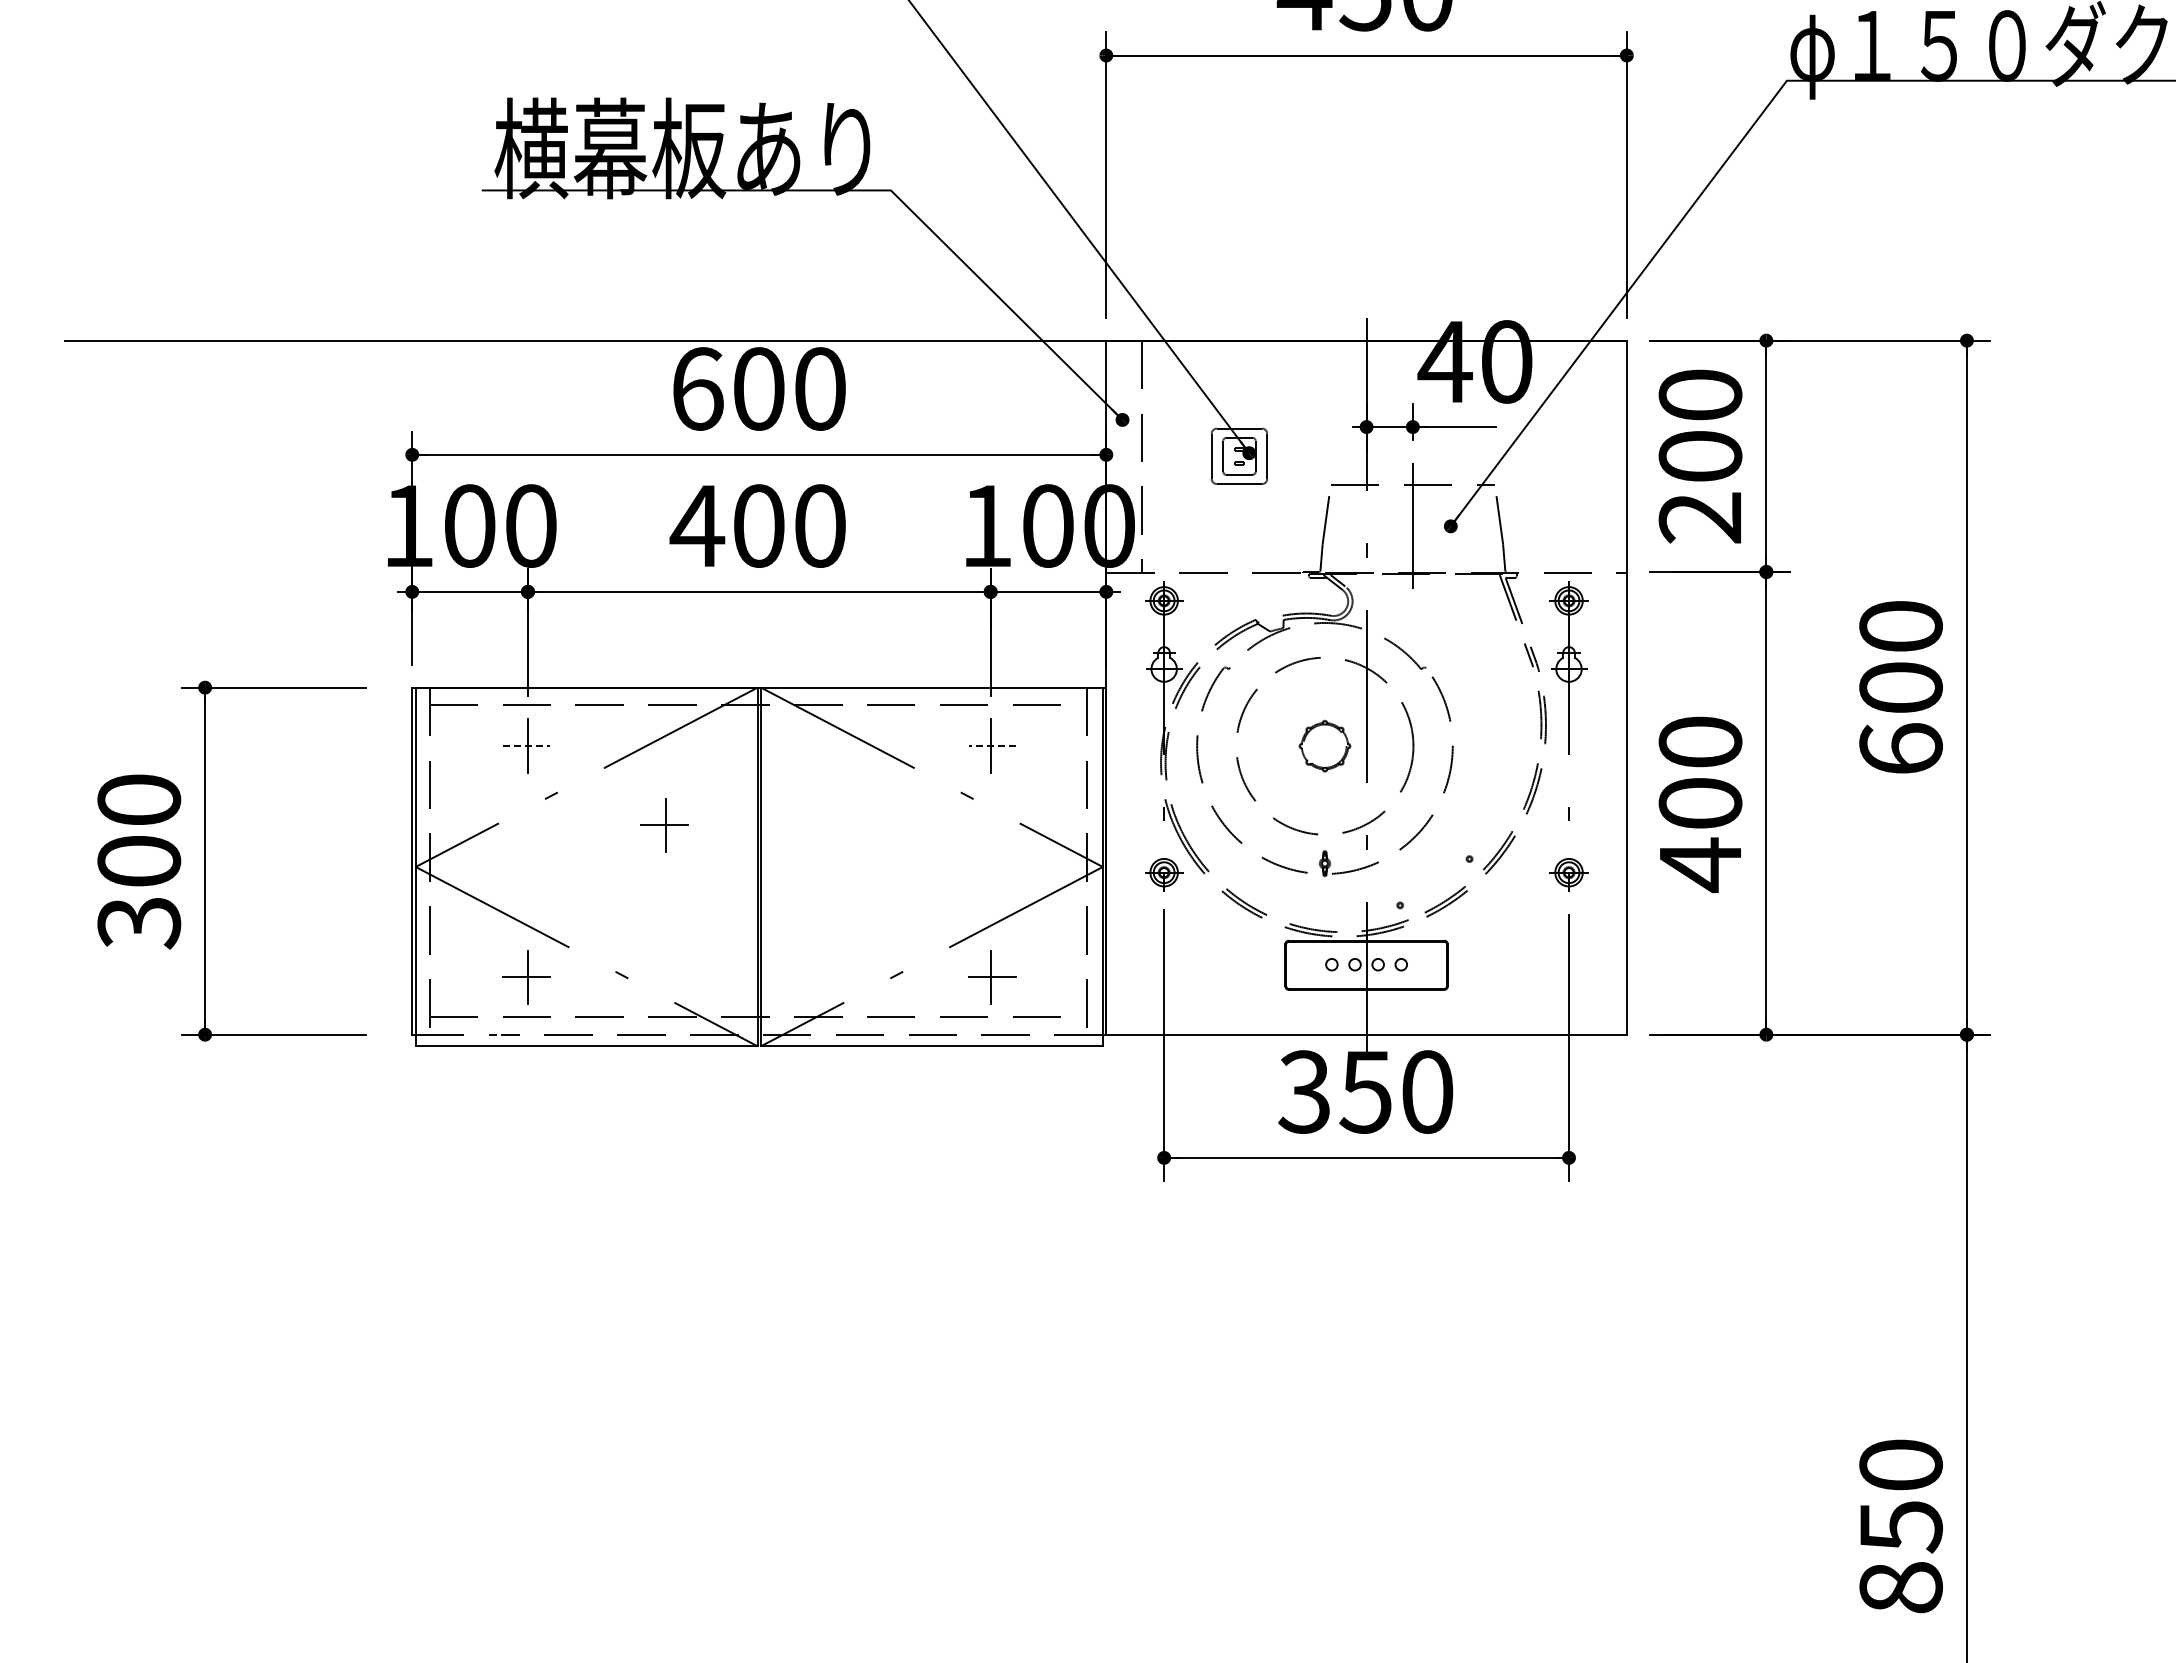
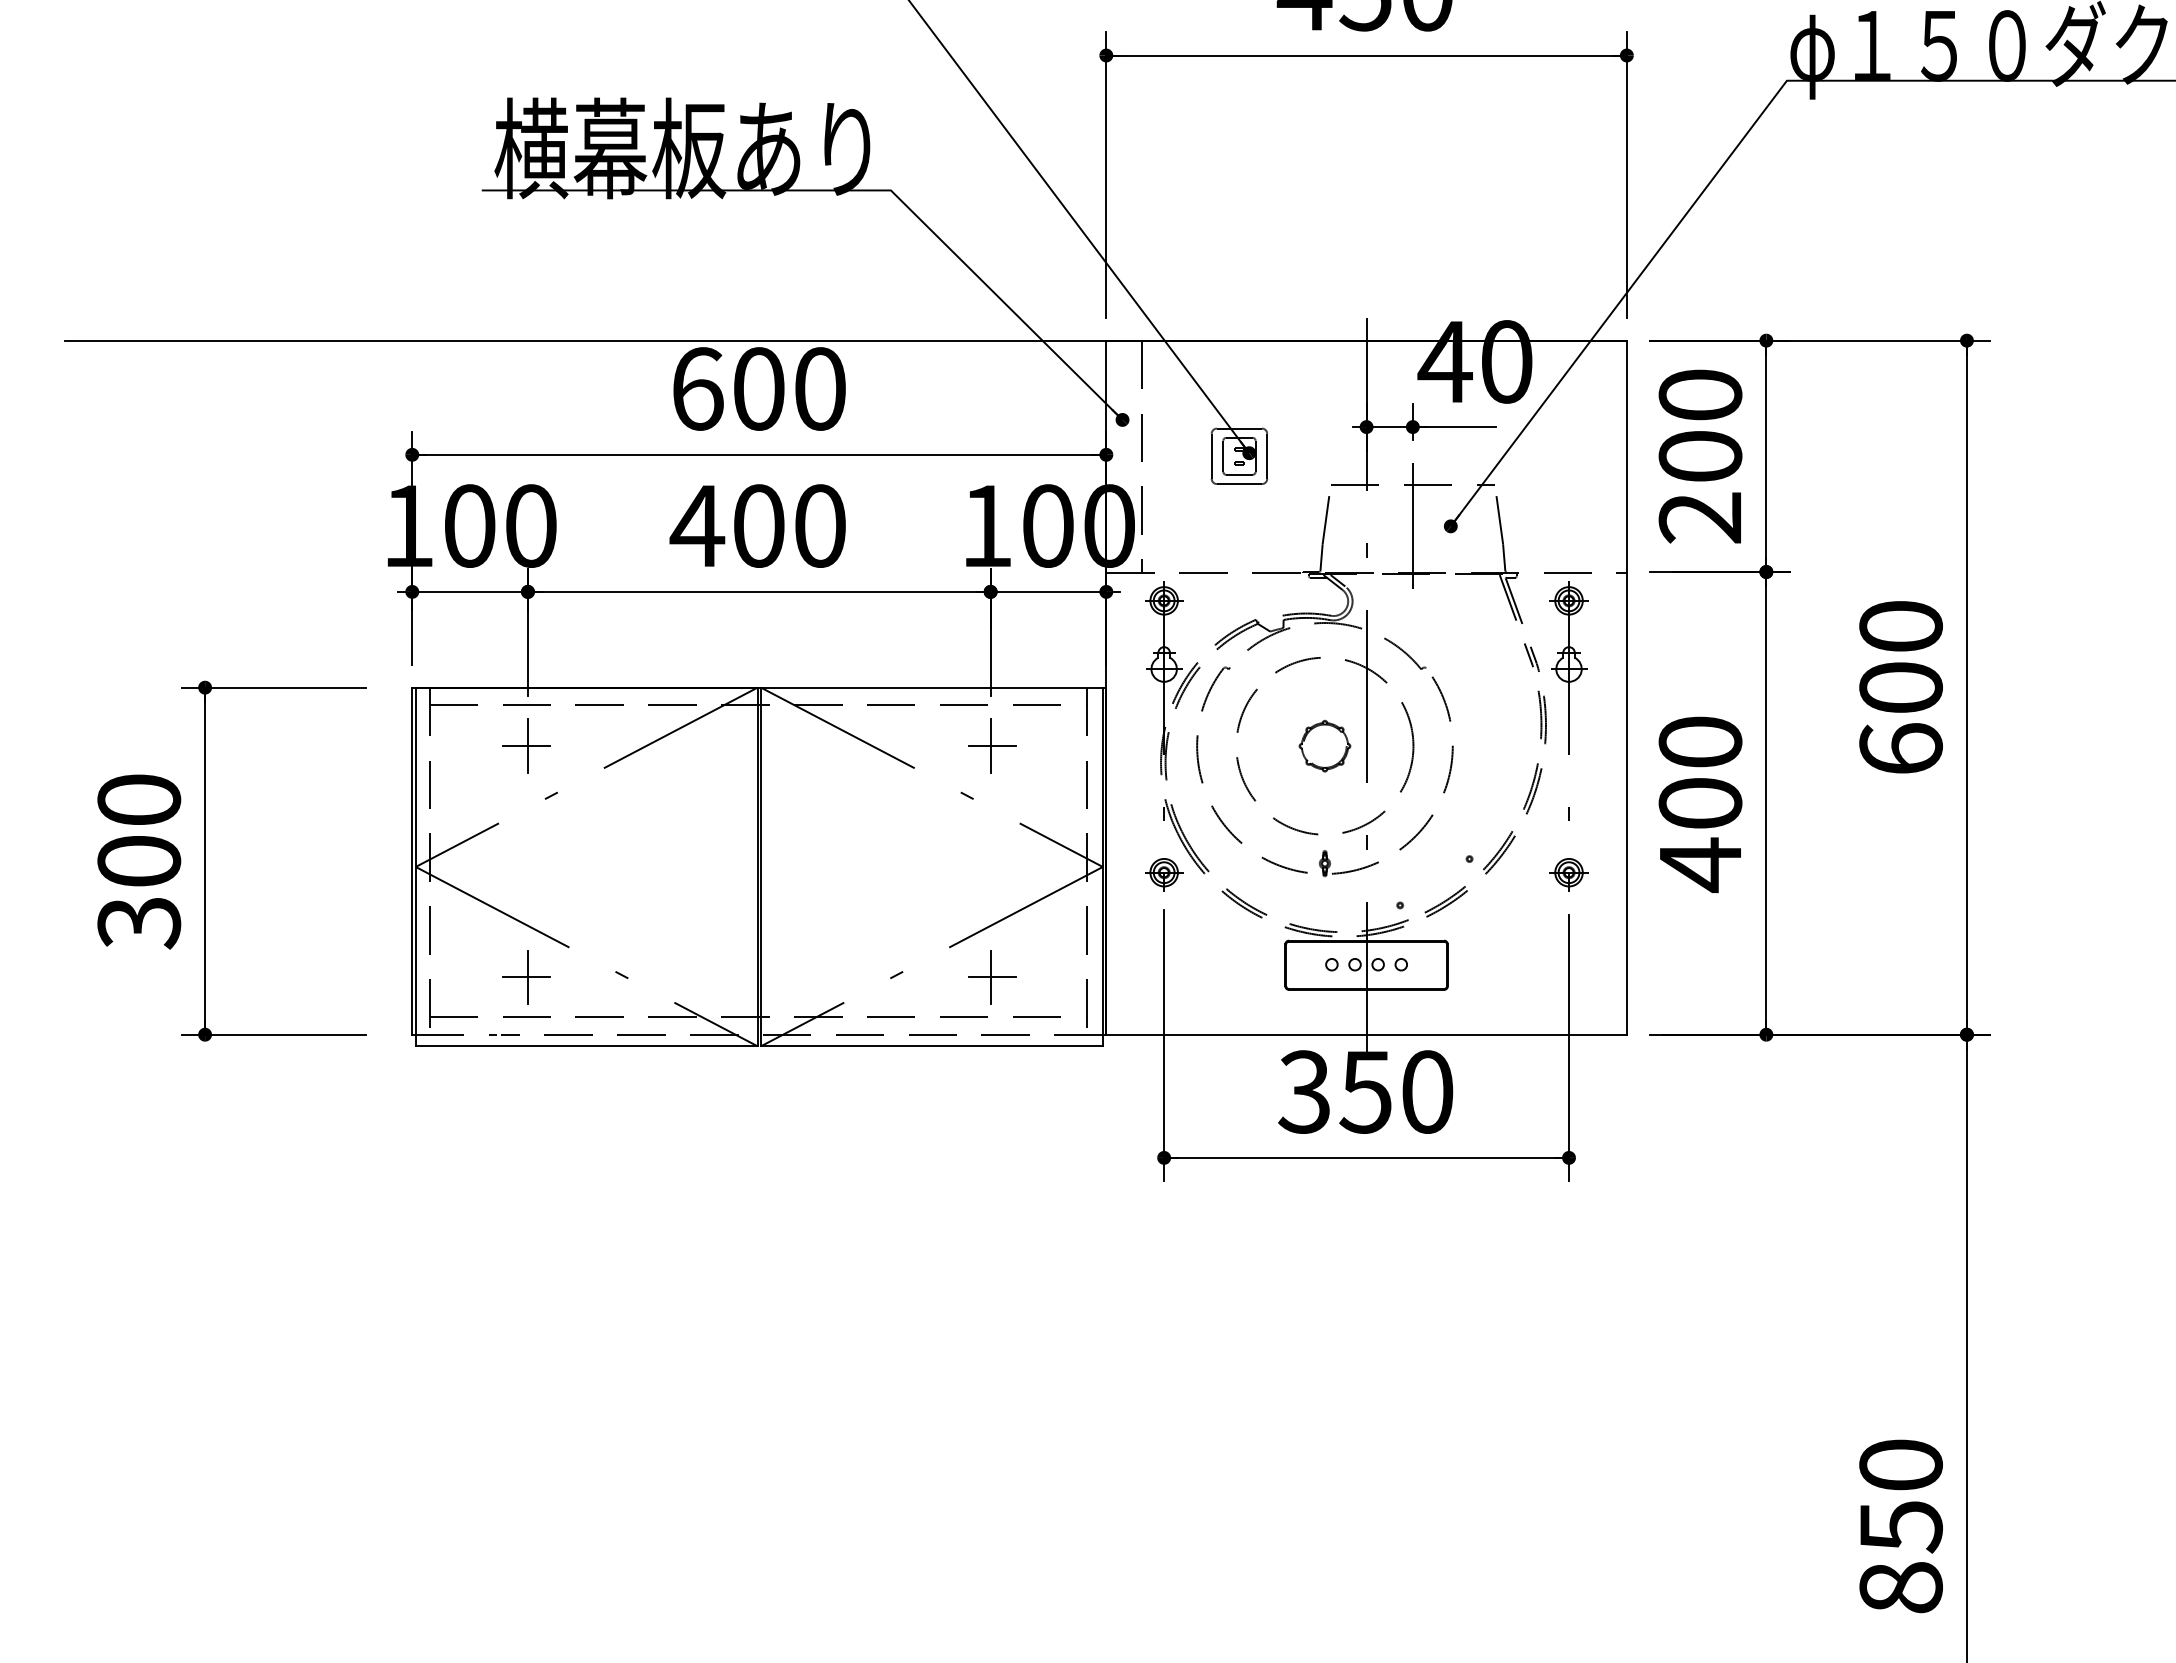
line at (526, 745): dashed -> solid
line at (992, 745): dashed -> solid
part at (664, 825): present -> none
